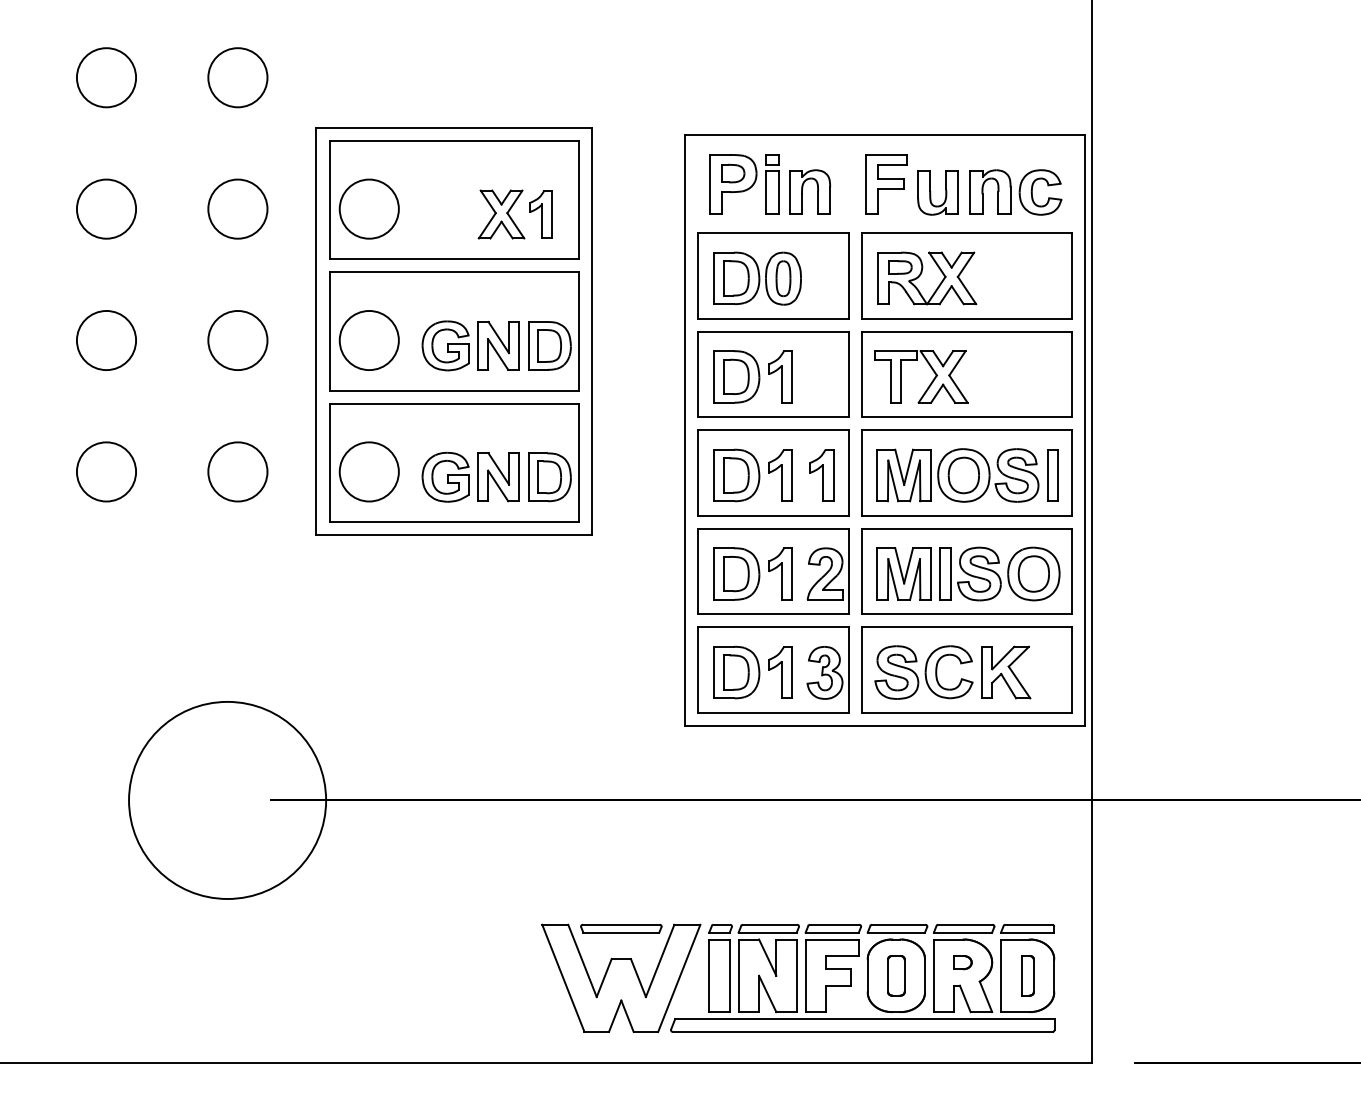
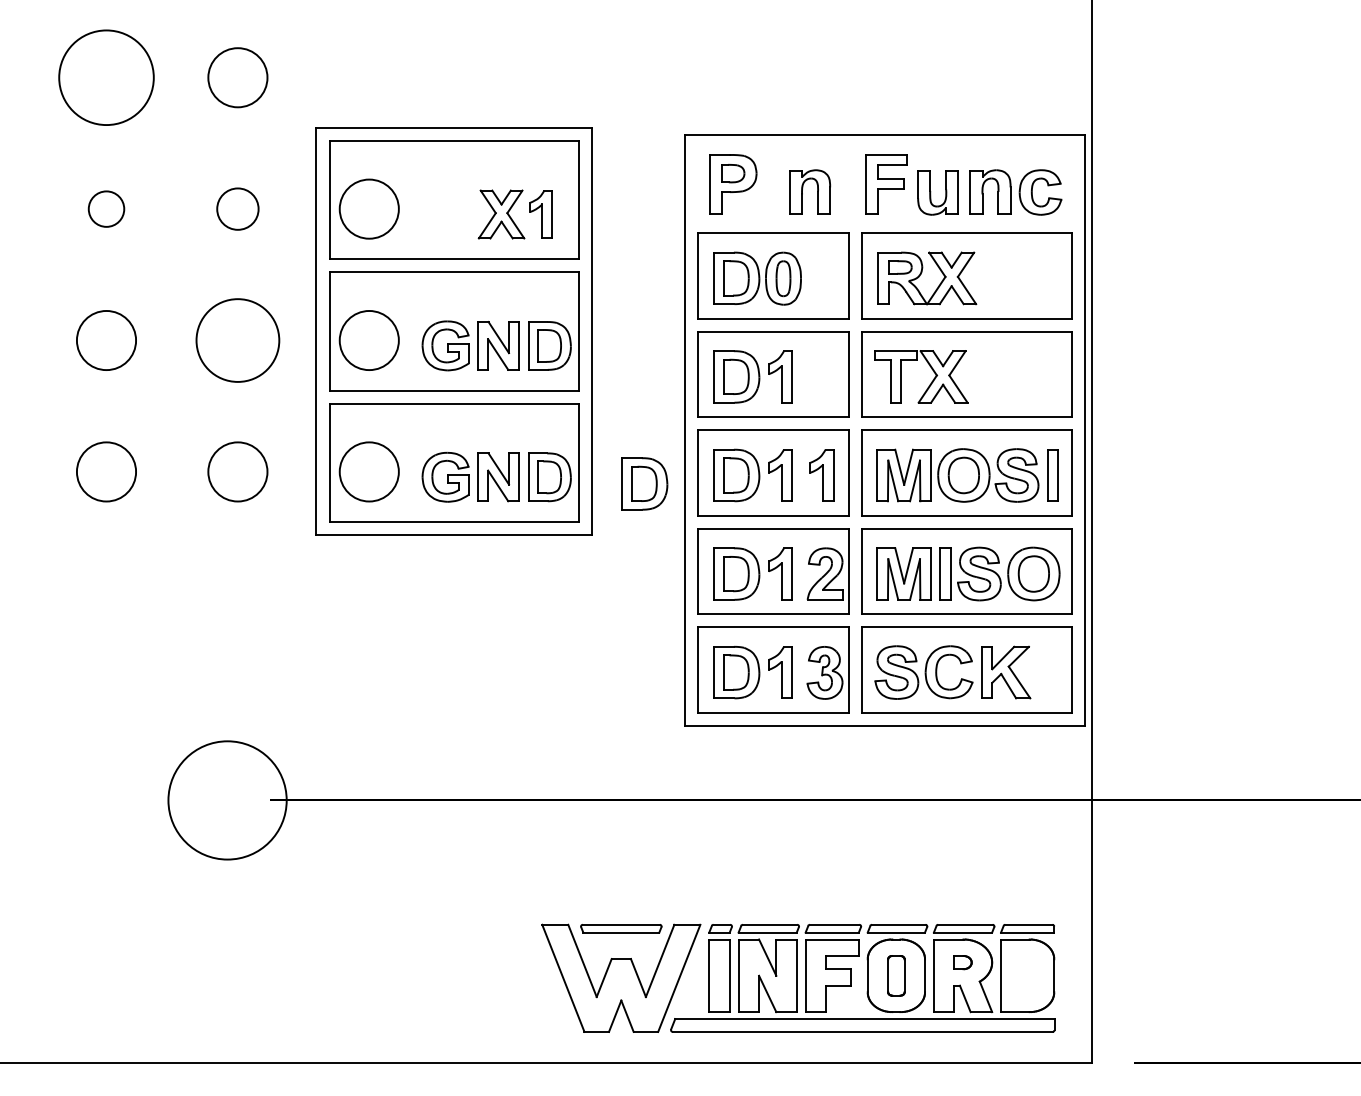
circle at (106, 77) diameter: 59 px -> 95 px
part at (772, 184): present -> none
circle at (106, 208) diameter: 59 px -> 35 px
circle at (237, 208) diameter: 59 px -> 41 px
circle at (237, 340) diameter: 59 px -> 83 px
part at (644, 483): none -> present
circle at (227, 799) diameter: 197 px -> 118 px
part at (1027, 975): present -> none
